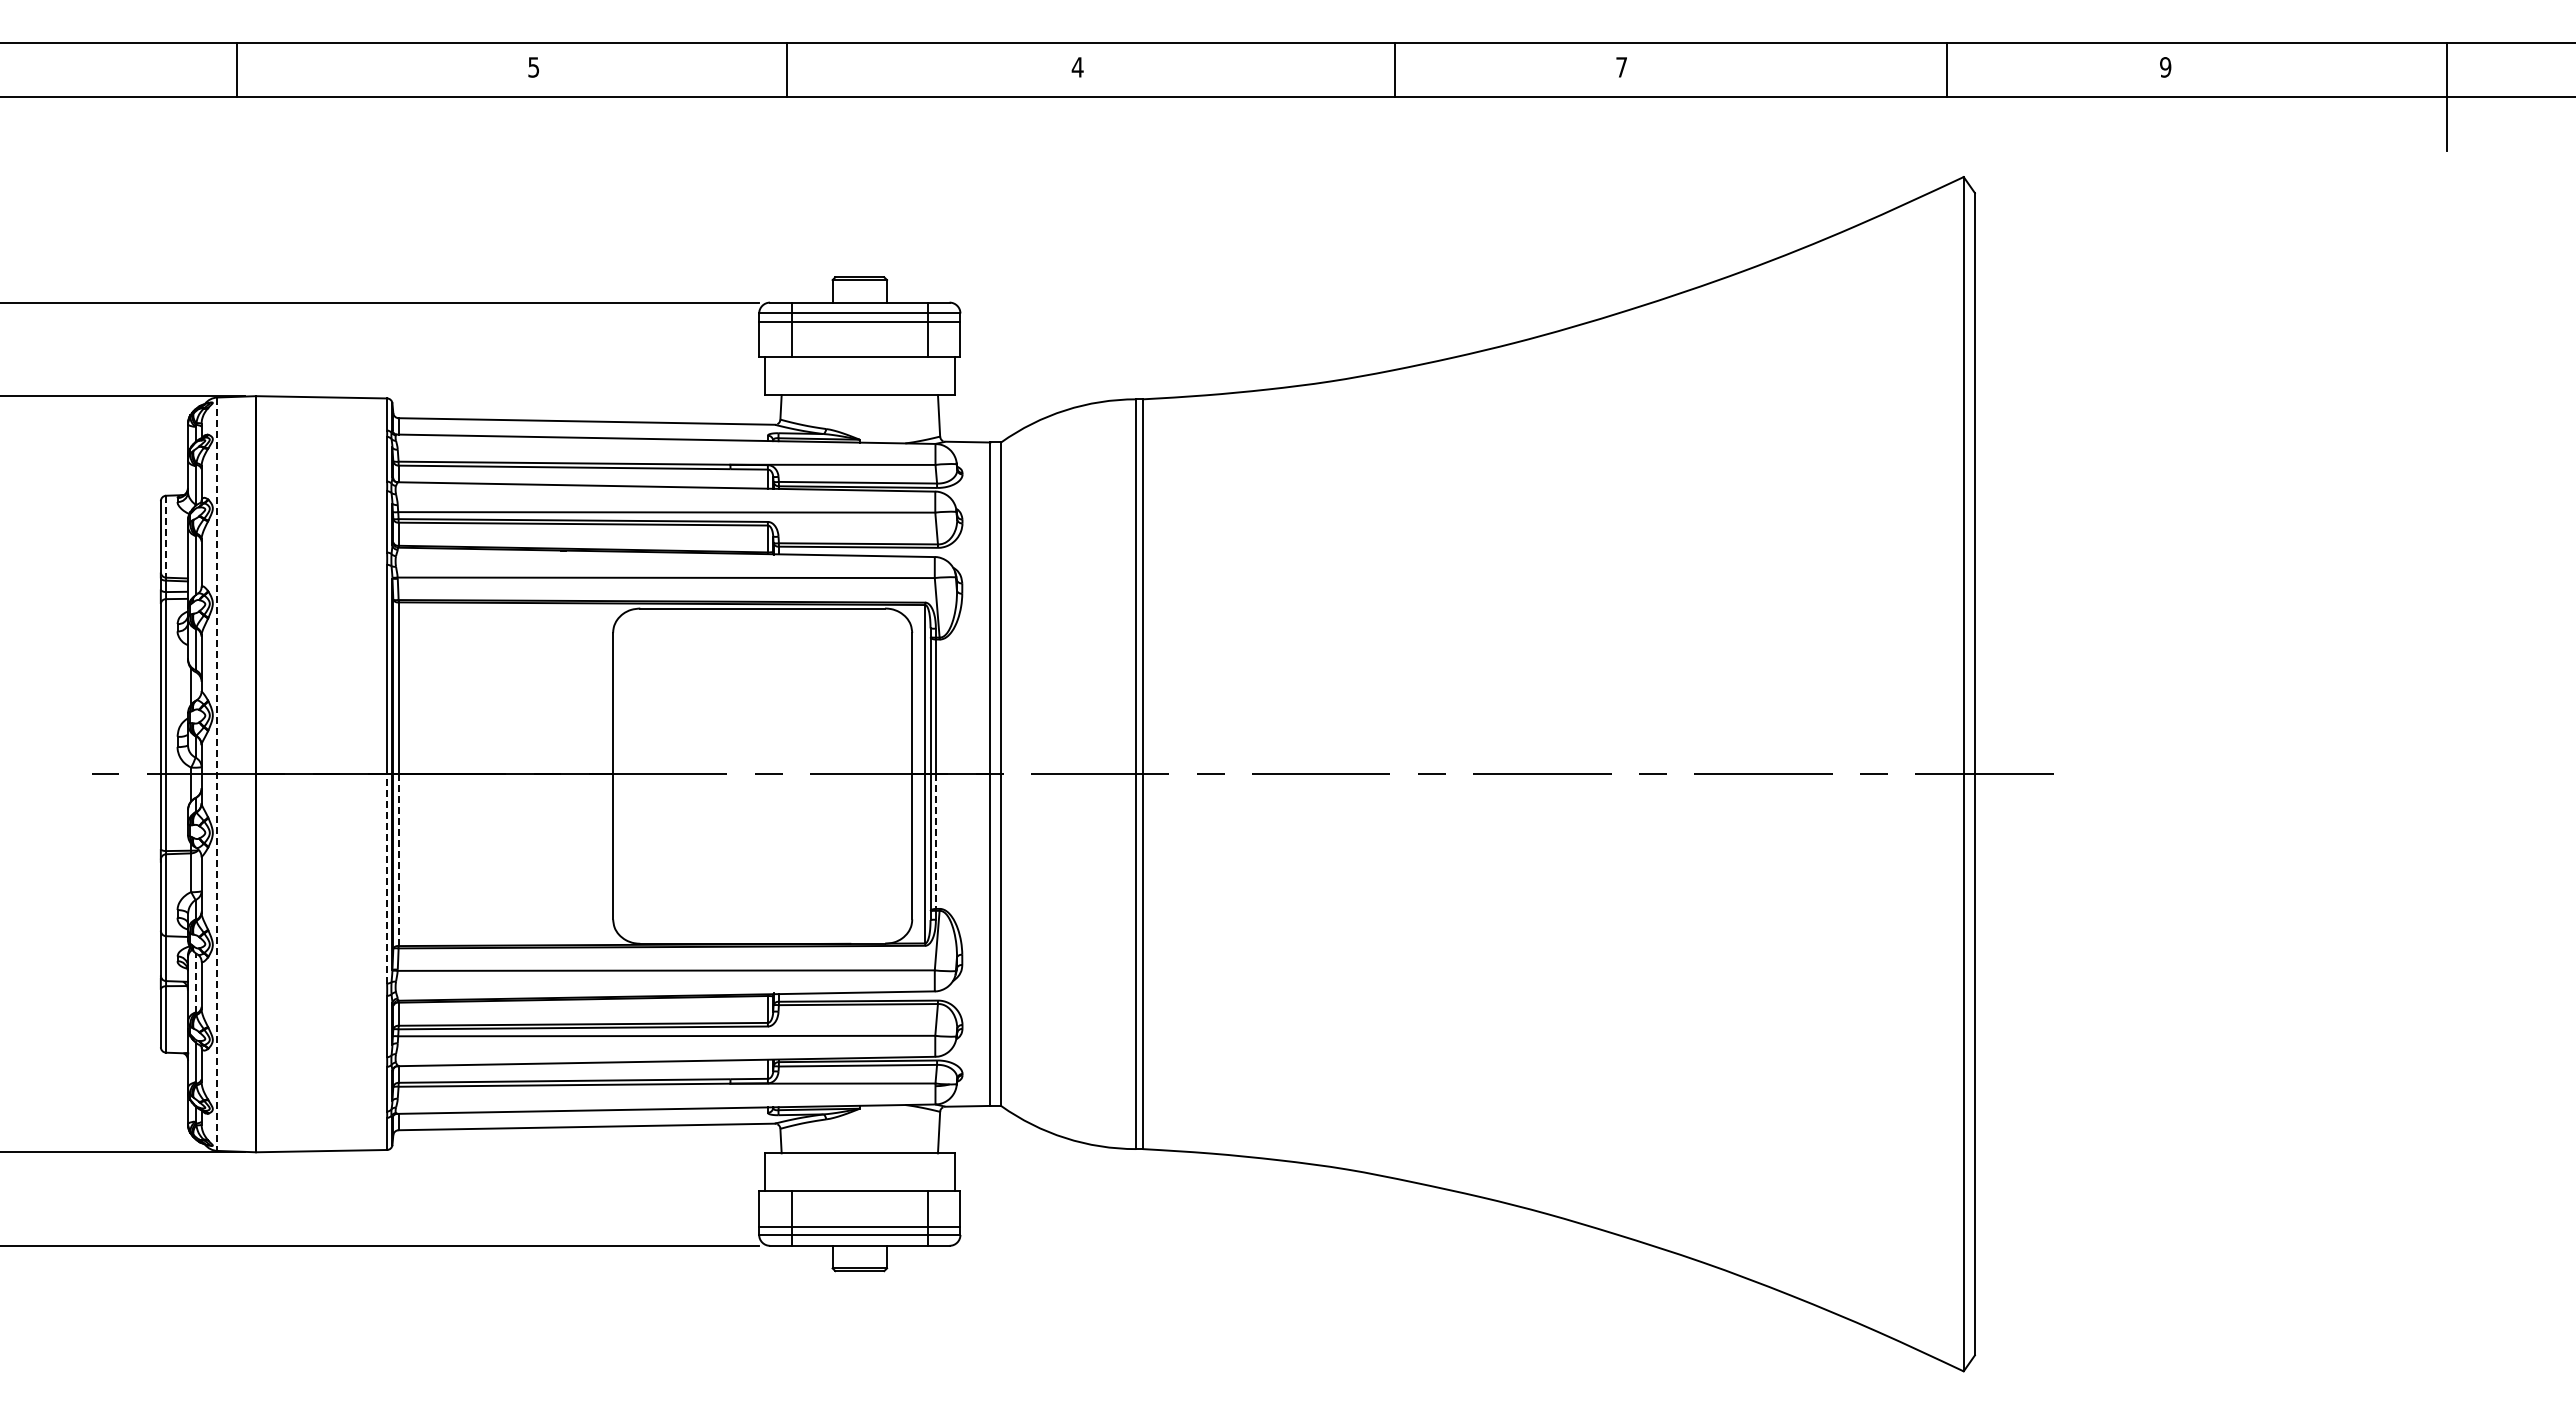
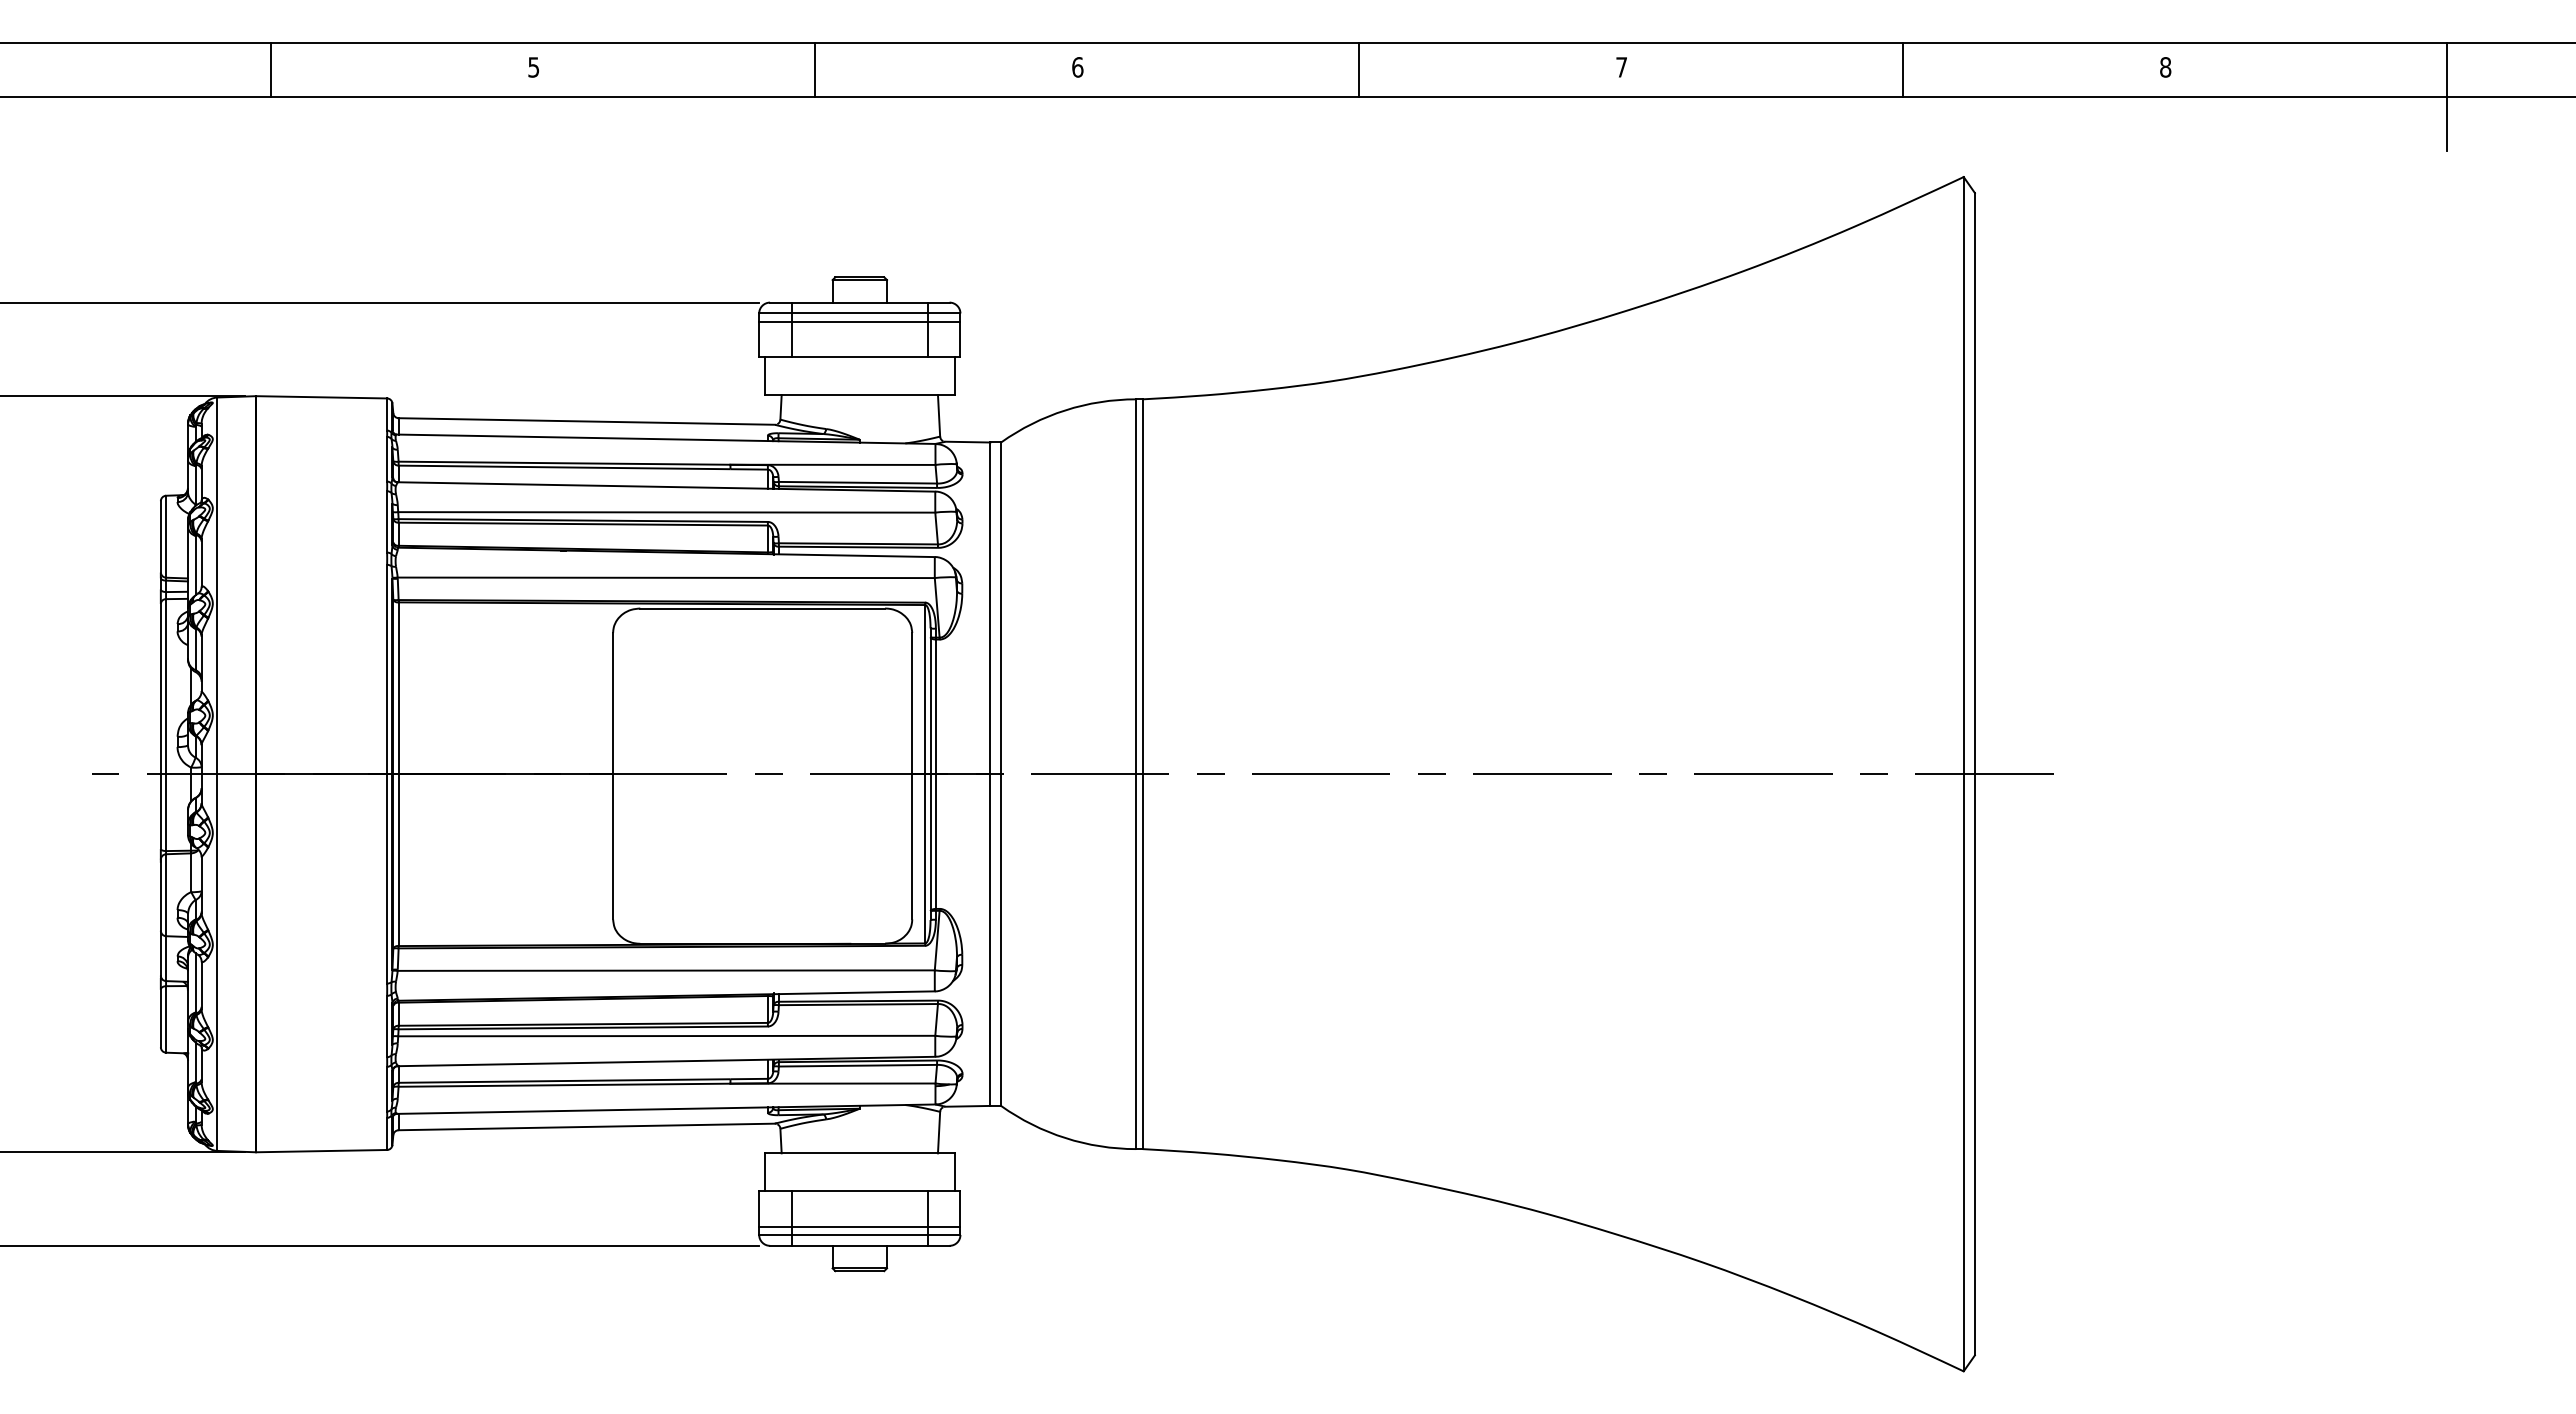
text at (1077, 67): 4 -> 6
text at (2165, 67): 9 -> 8
line at (236, 69) position: (236, 69) -> (270, 69)
line at (786, 69) position: (786, 69) -> (814, 69)
line at (1394, 69) position: (1394, 69) -> (1358, 69)
line at (1946, 69) position: (1946, 69) -> (1902, 69)
line at (166, 536): dashed -> solid
line at (217, 774): dashed -> solid
line at (935, 842): dashed -> solid
line at (398, 860): dashed -> solid
line at (387, 878): dashed -> solid
line at (195, 982): dashed -> solid
